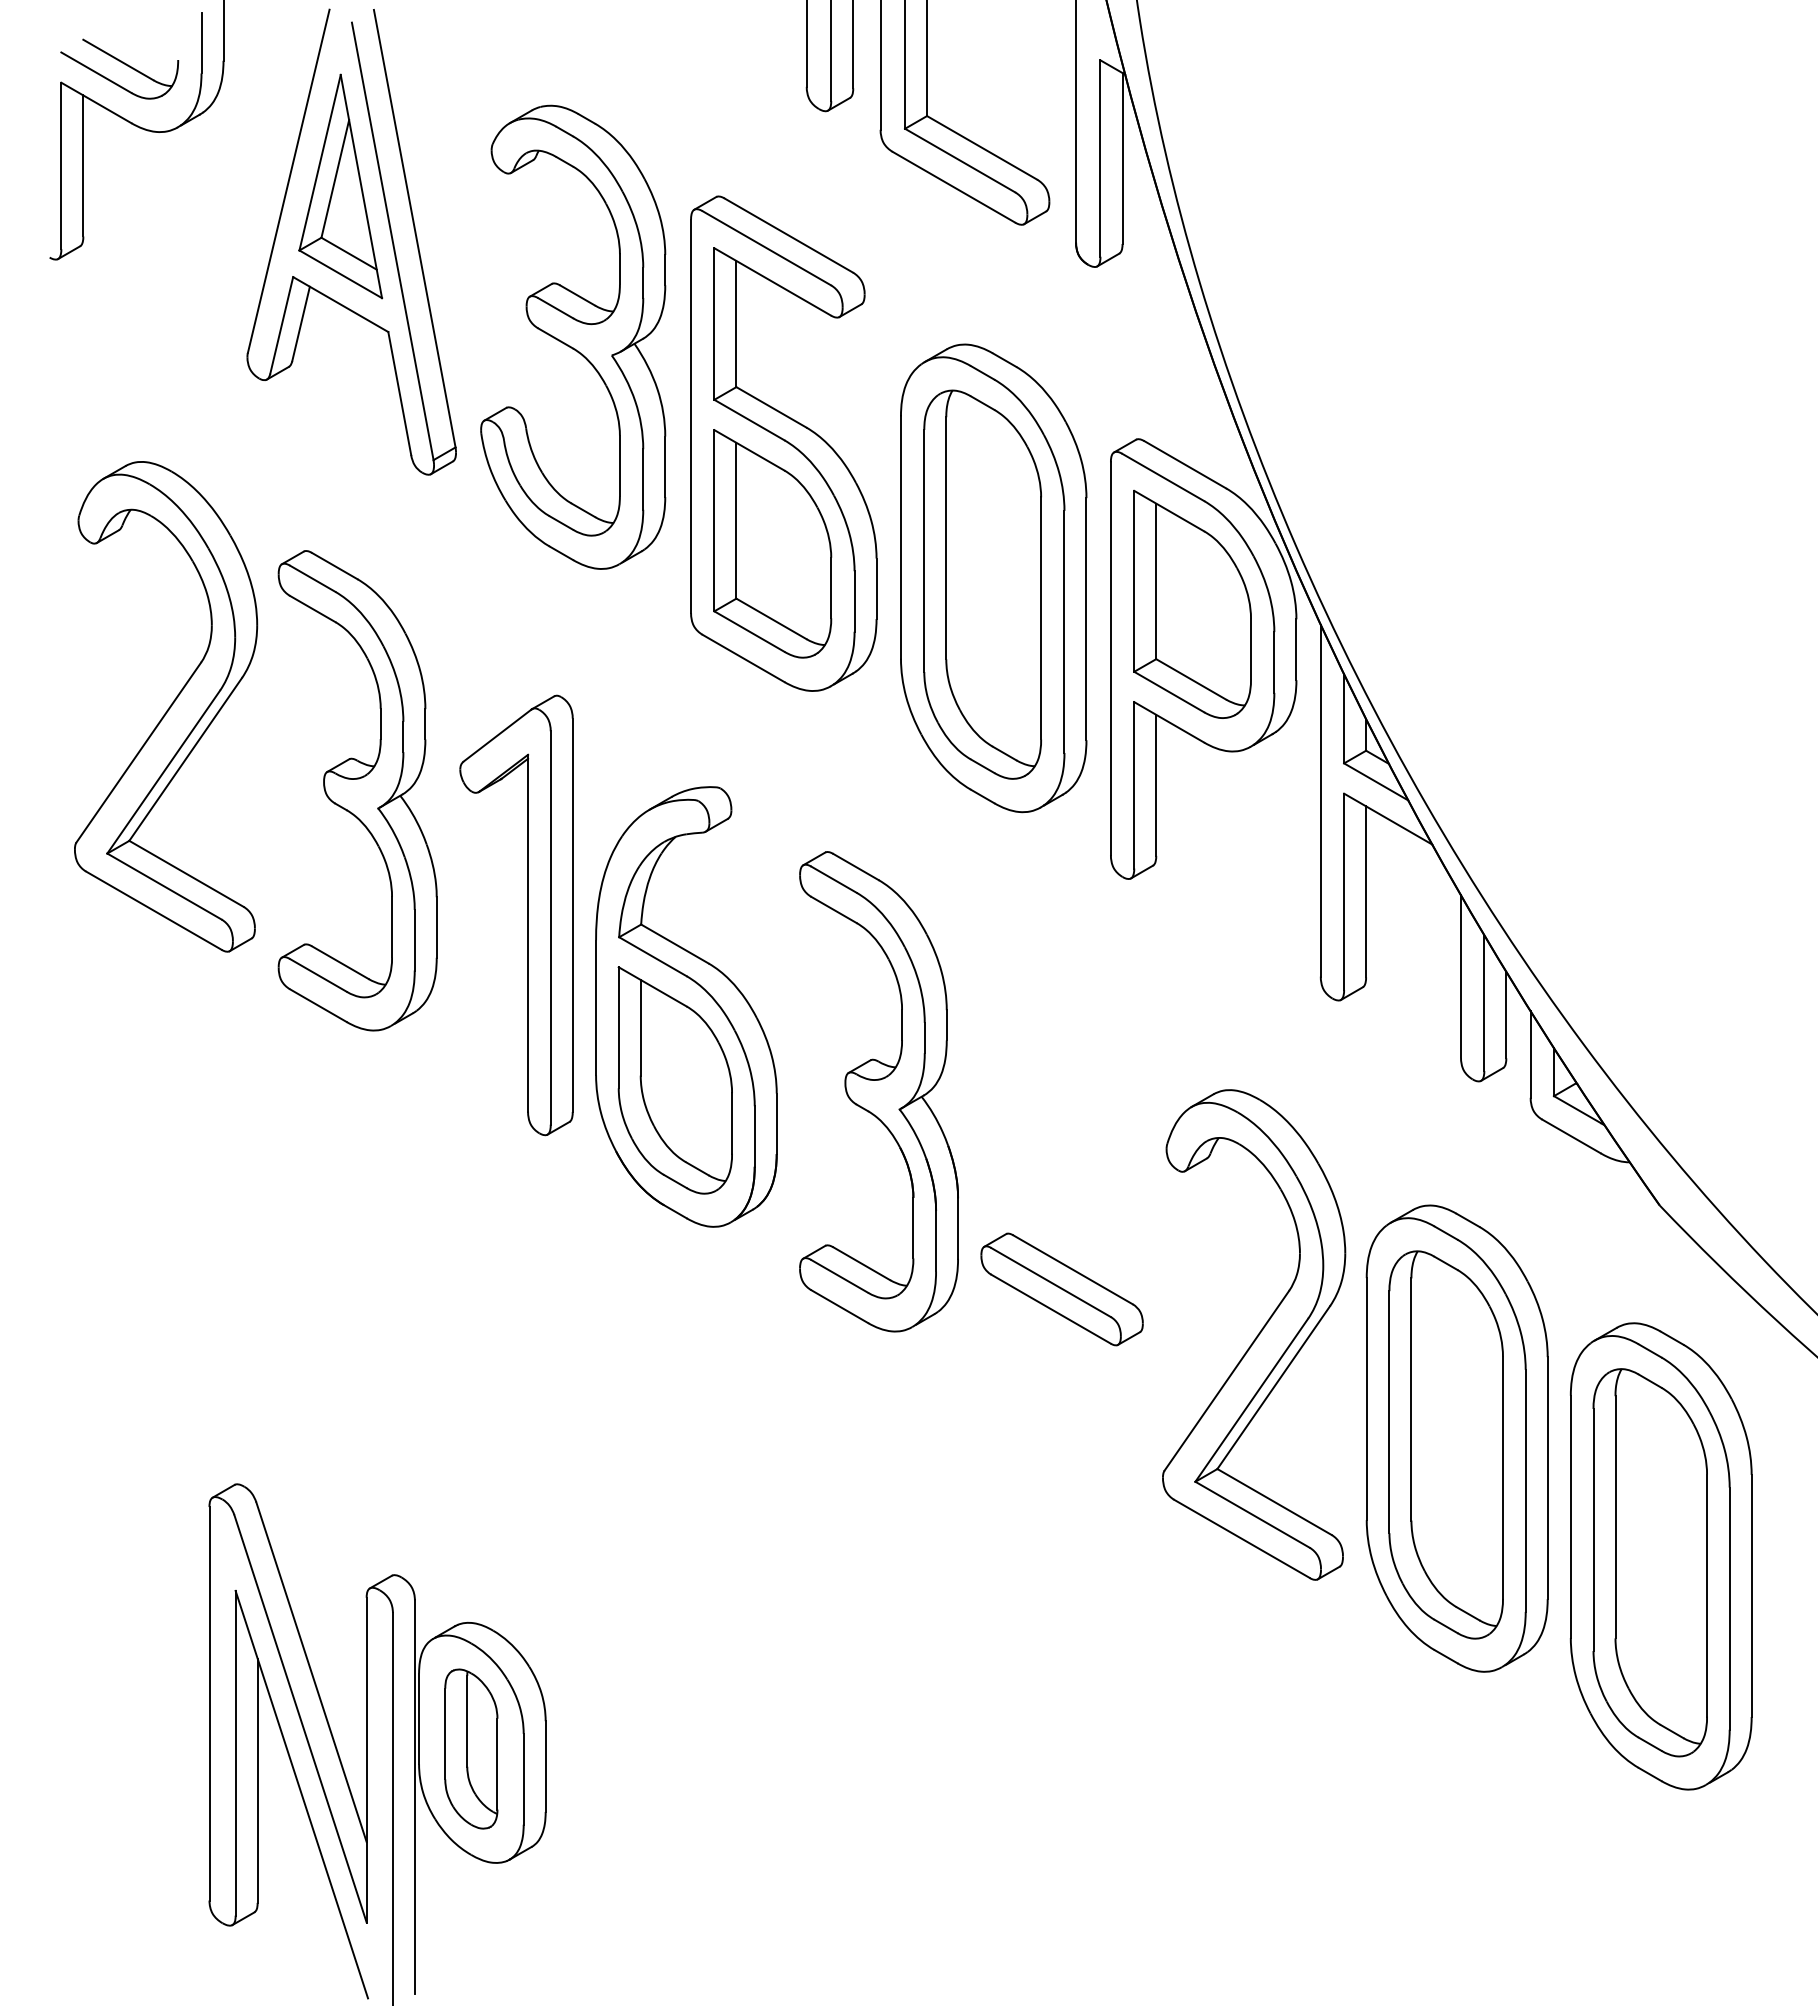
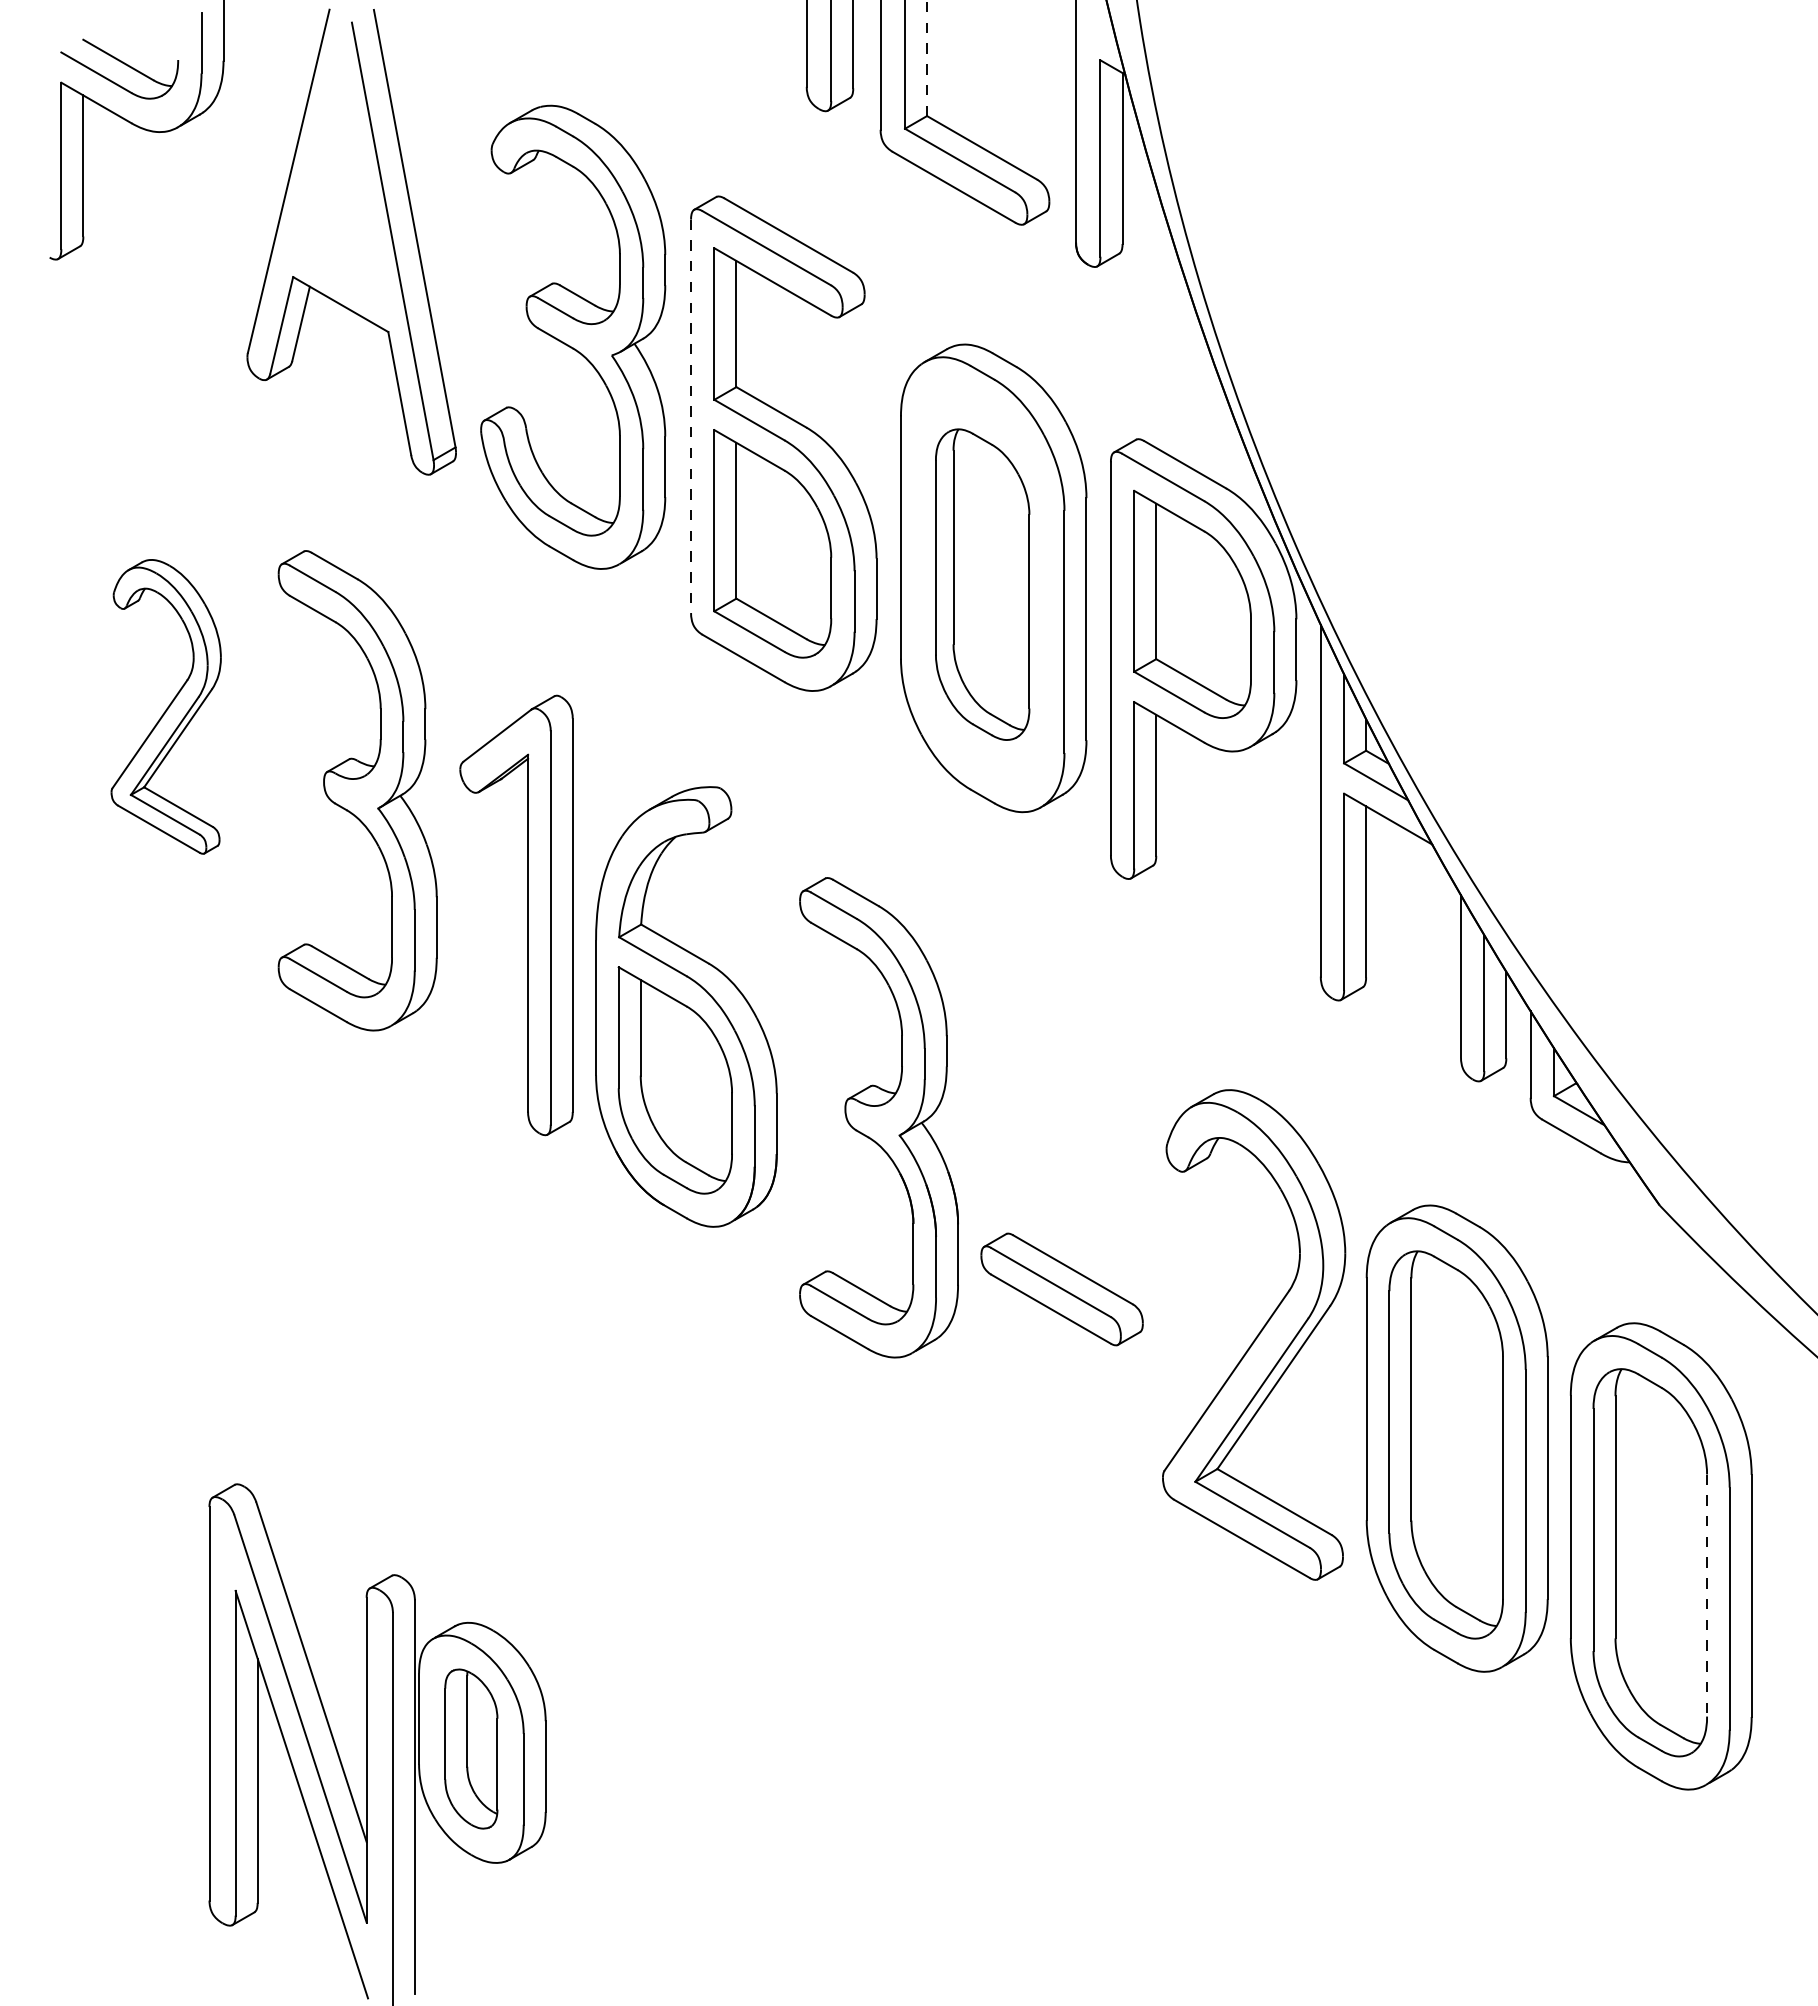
line at (927, 58): solid -> dashed
part at (340, 186): present -> none
line at (691, 416): solid -> dashed
part at (982, 584) size: 119x391 px -> 96x313 px
part at (166, 706) size: 185x492 px -> 112x296 px
part at (878, 1091) position: (878, 1091) -> (878, 1117)
line at (1707, 1596): solid -> dashed
